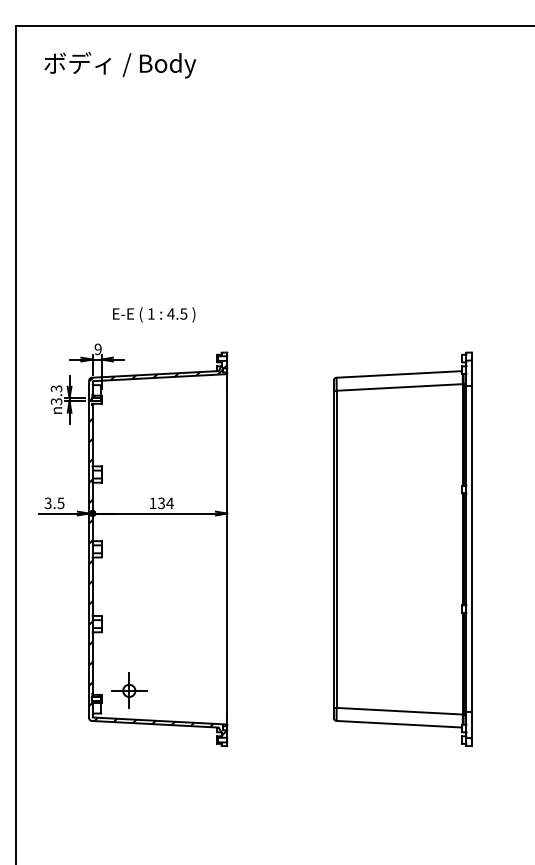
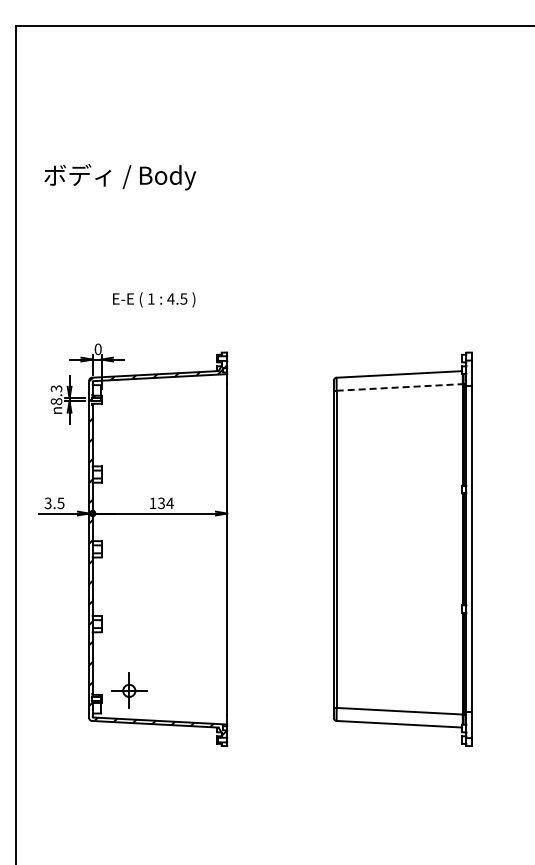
text at (120, 65) position: (120, 65) -> (120, 177)
text at (154, 314) position: (154, 314) -> (154, 299)
text at (97, 349): 9 -> 0
line at (400, 387): solid -> dashed
text at (56, 401): 3.3 -> 8.3
